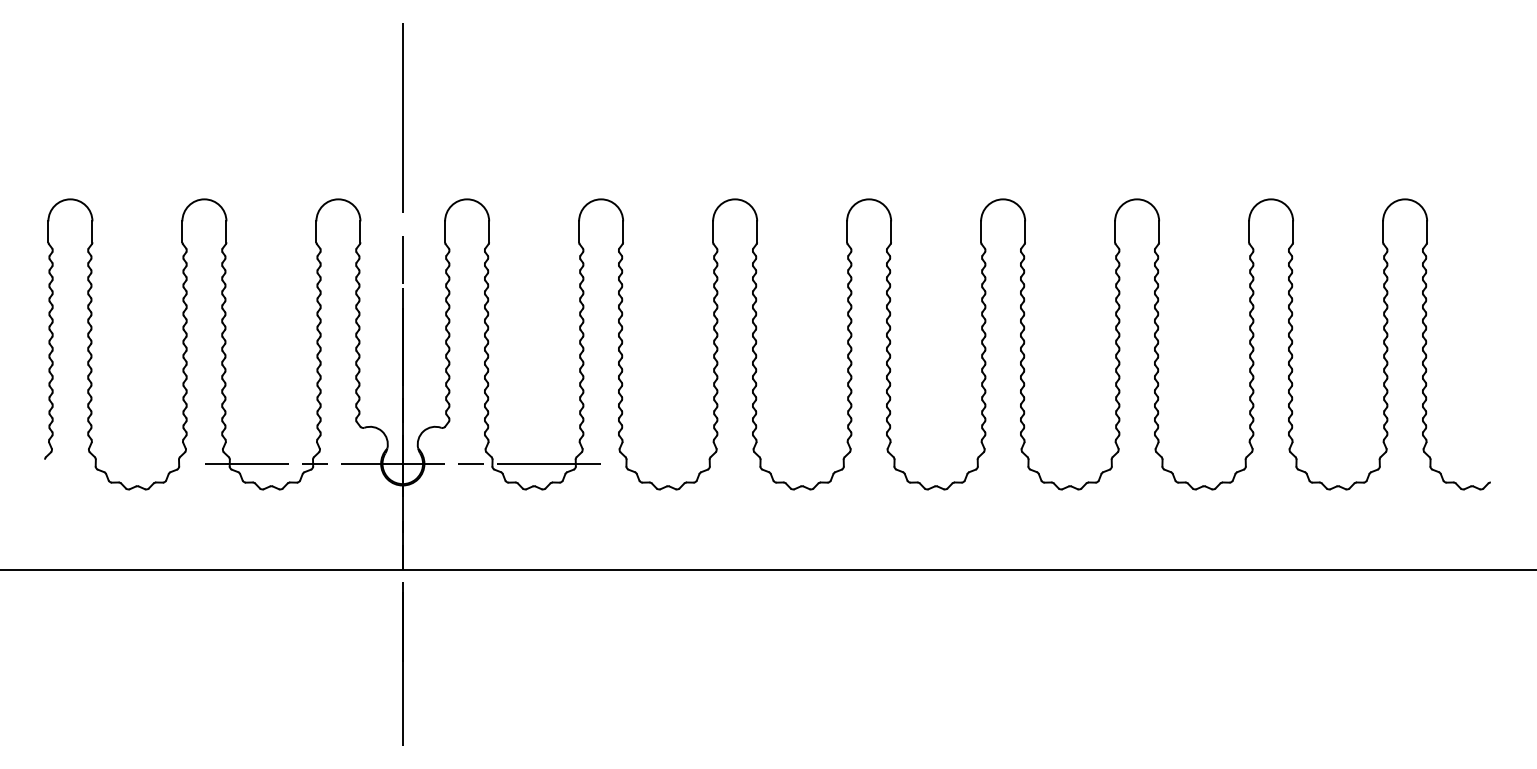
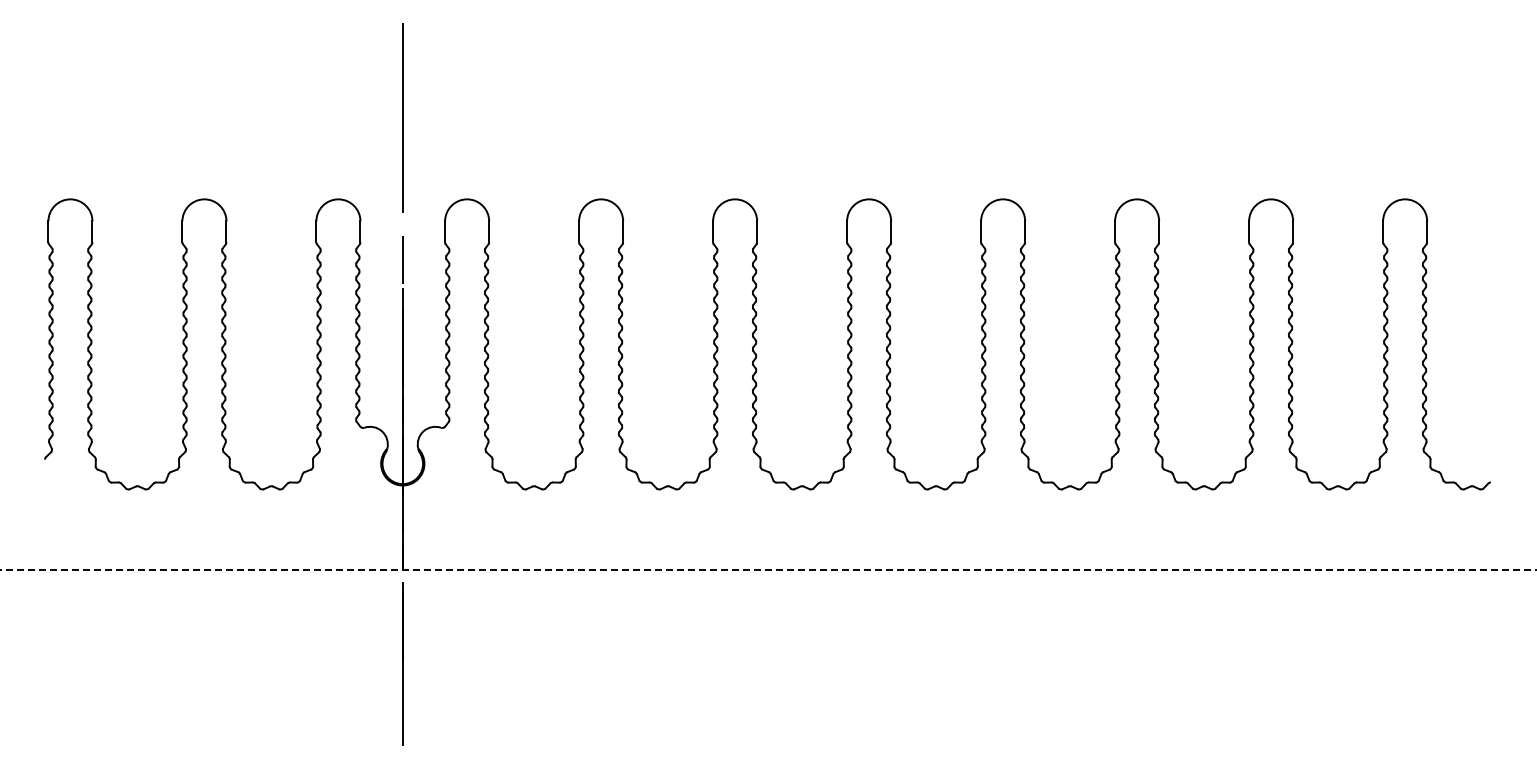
line at (402, 463): present -> none
line at (768, 569): solid -> dashed
